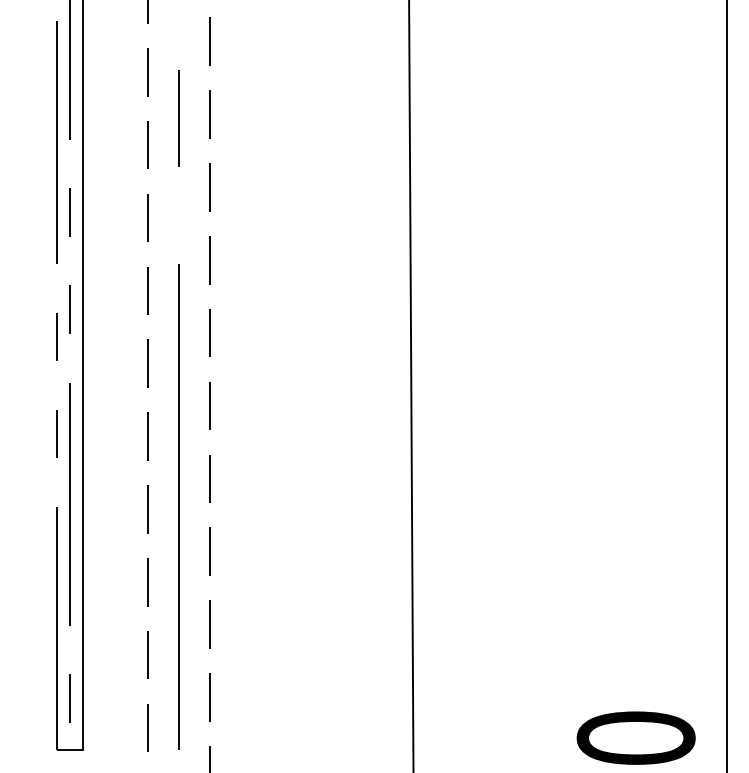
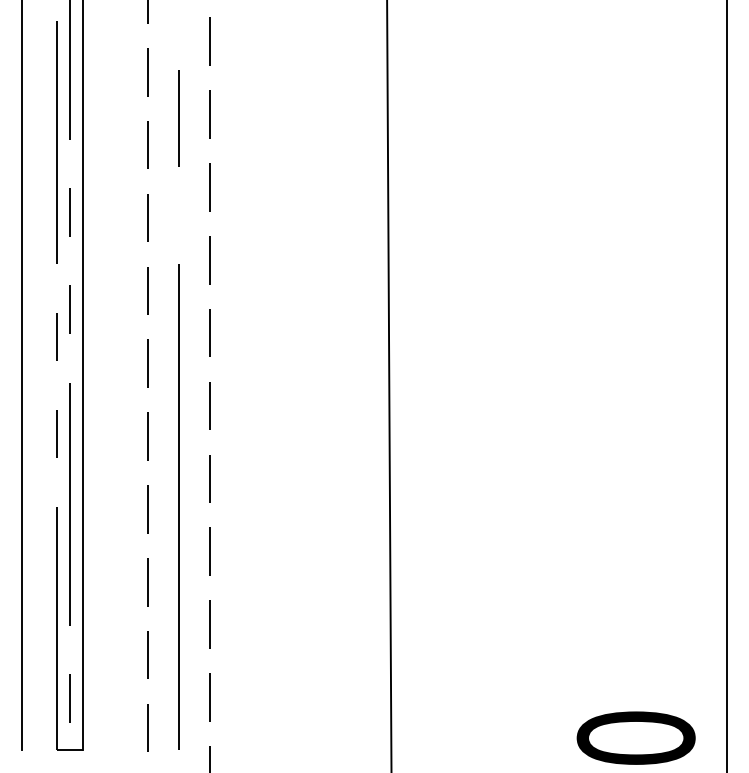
line at (22, 375): none -> present
line at (411, 385) position: (411, 385) -> (389, 385)
